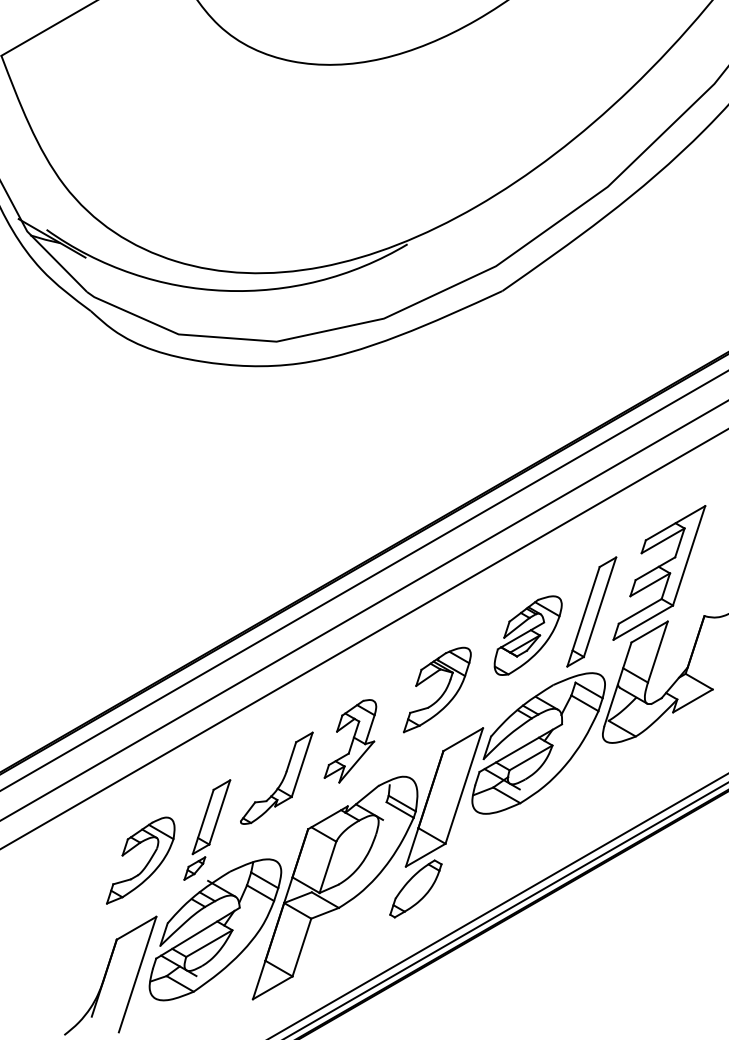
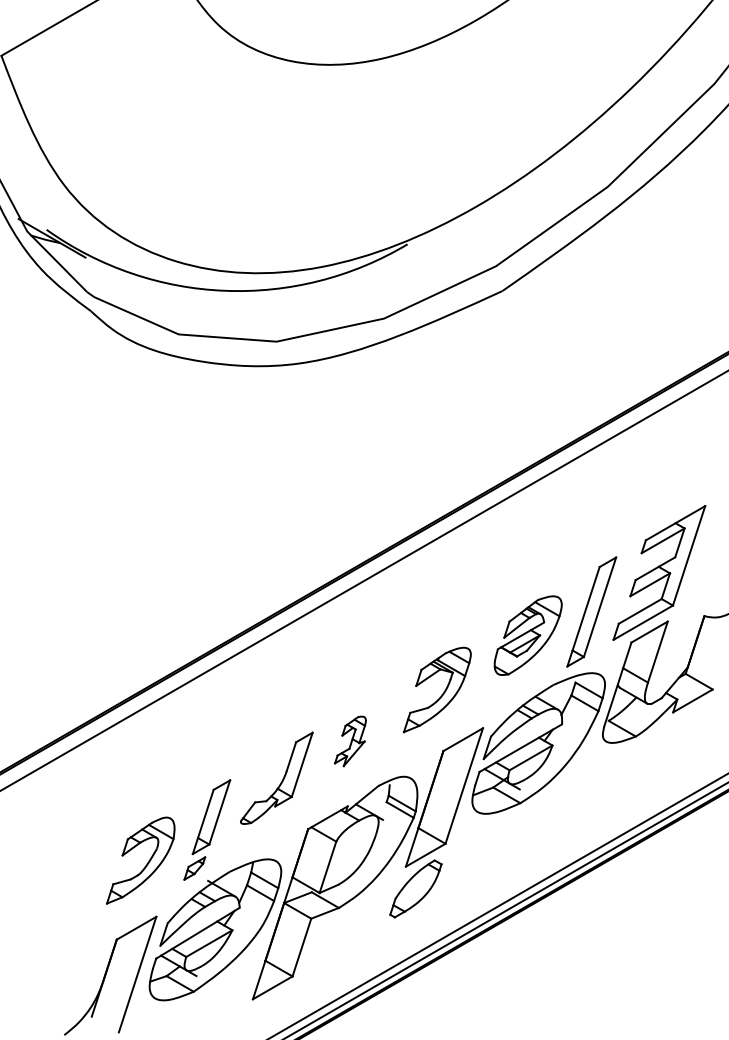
line at (363, 610): present -> none
line at (363, 638): present -> none
part at (350, 741) size: 55x85 px -> 33x53 px
